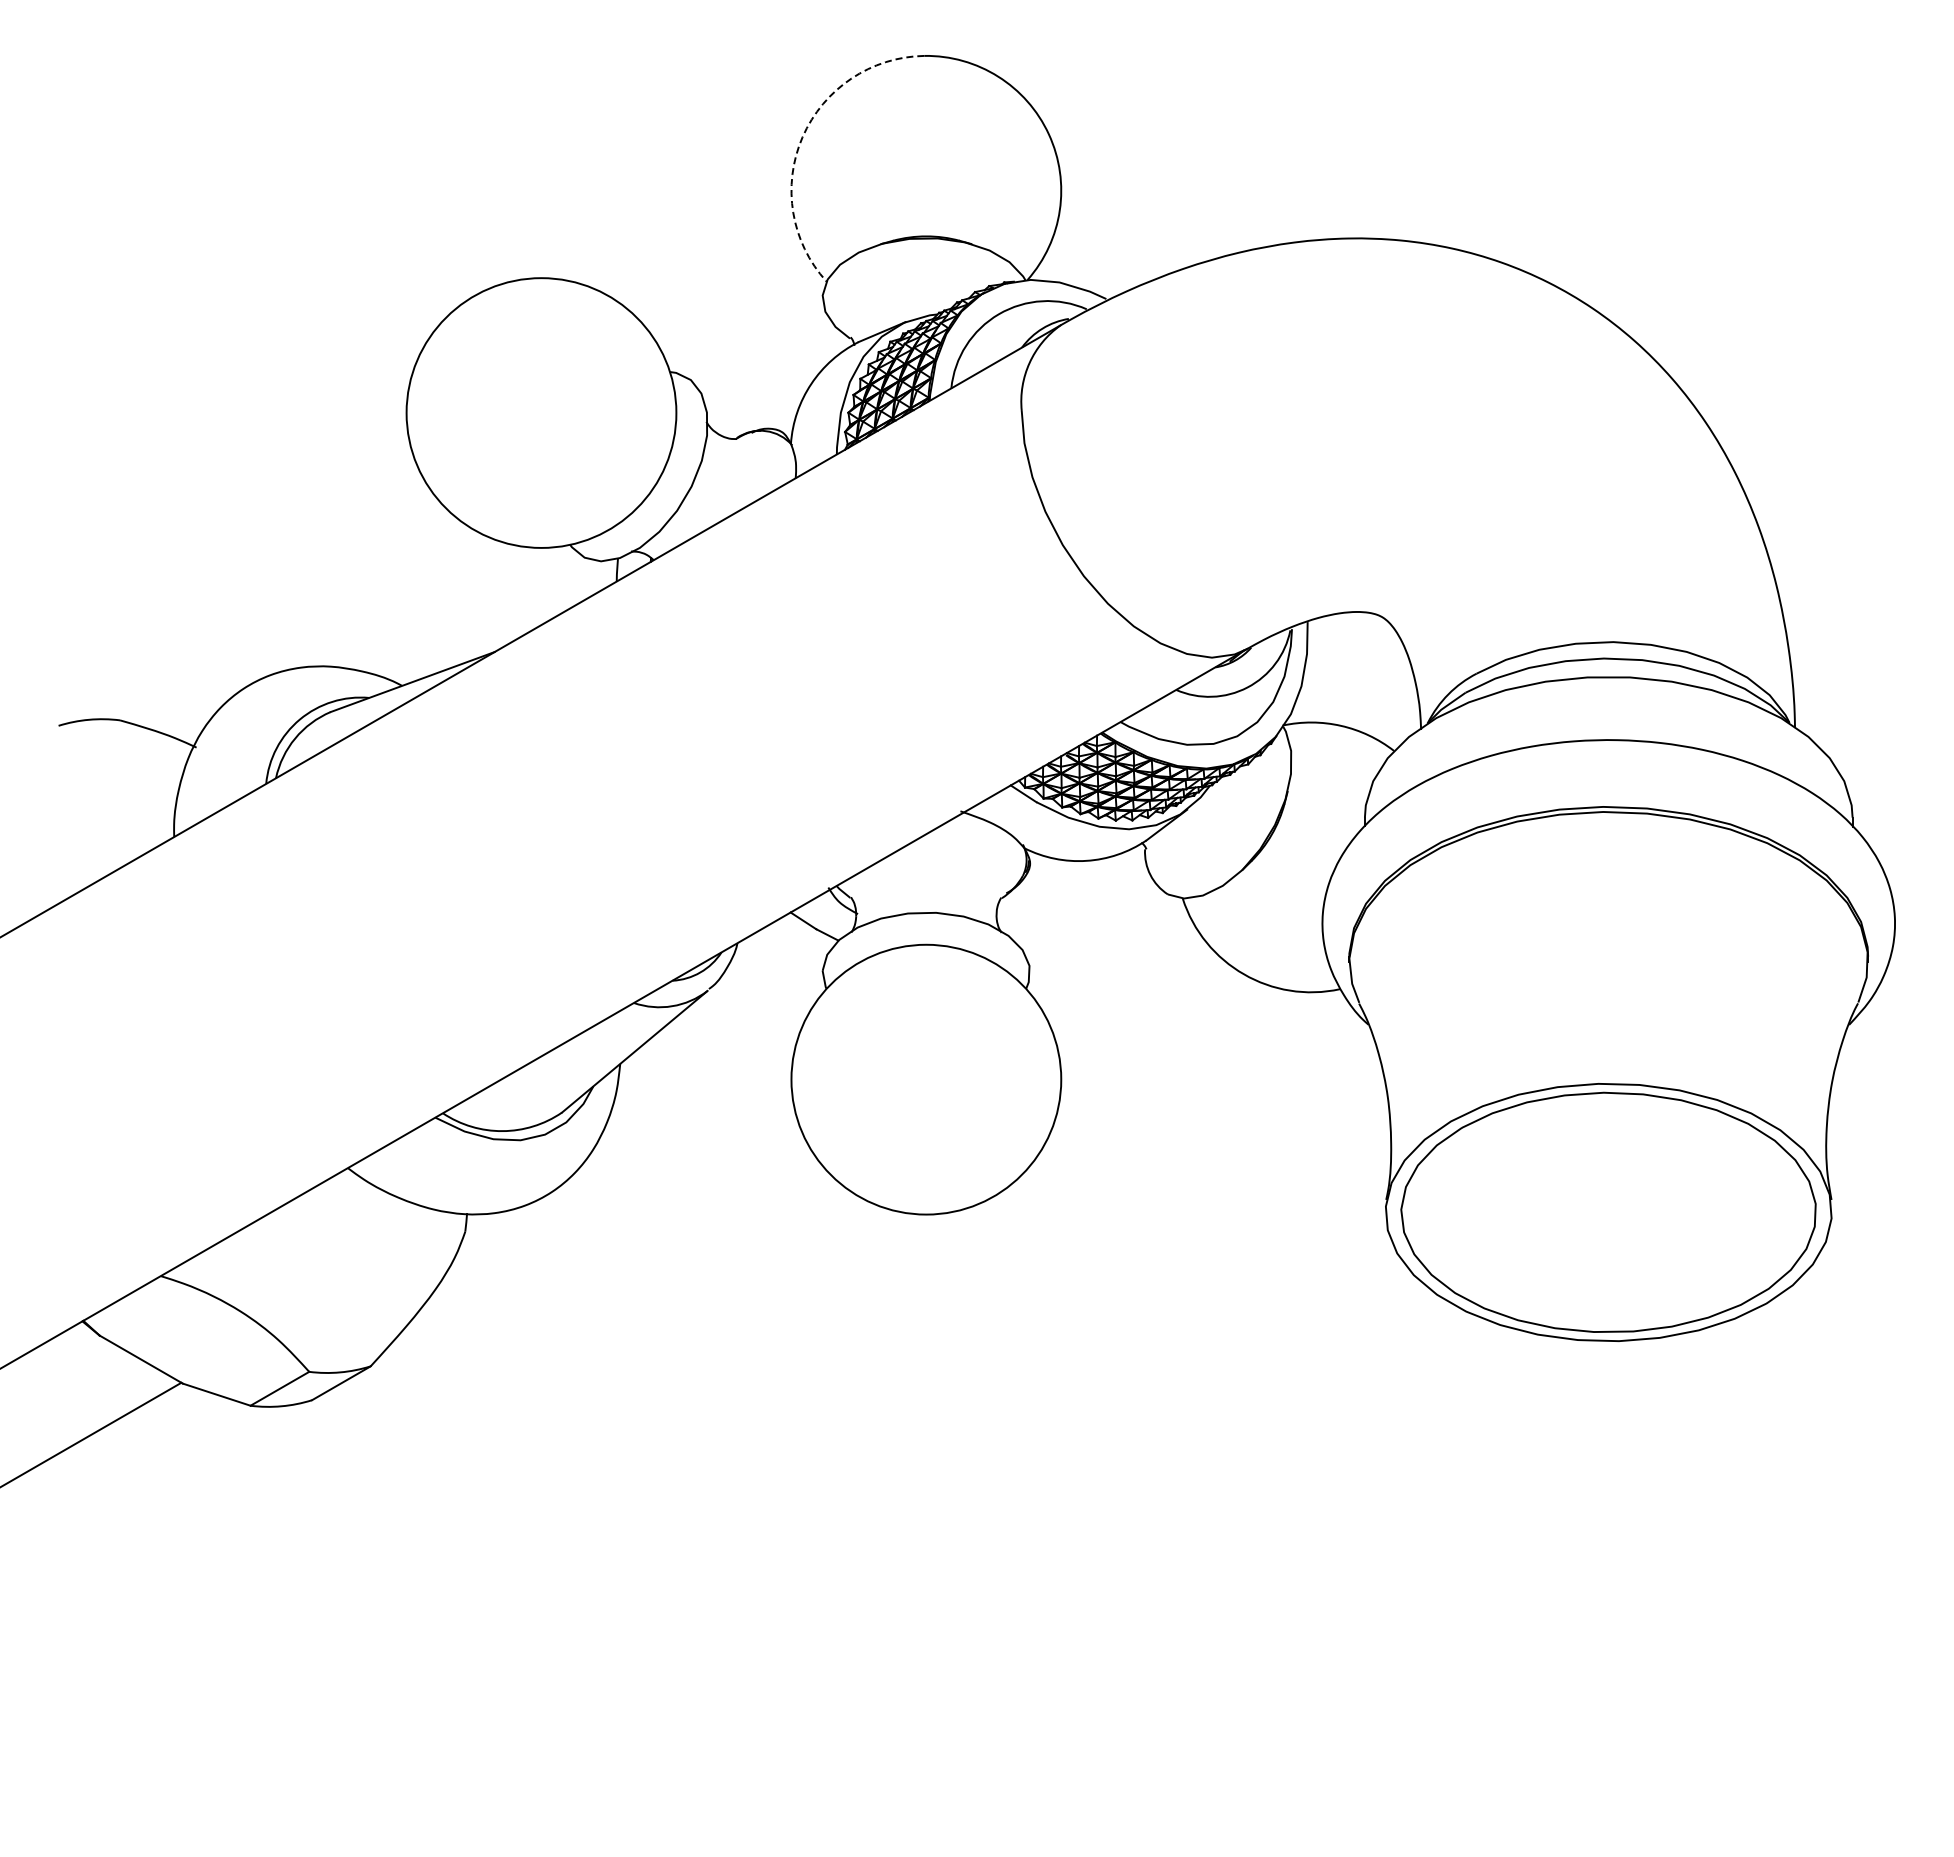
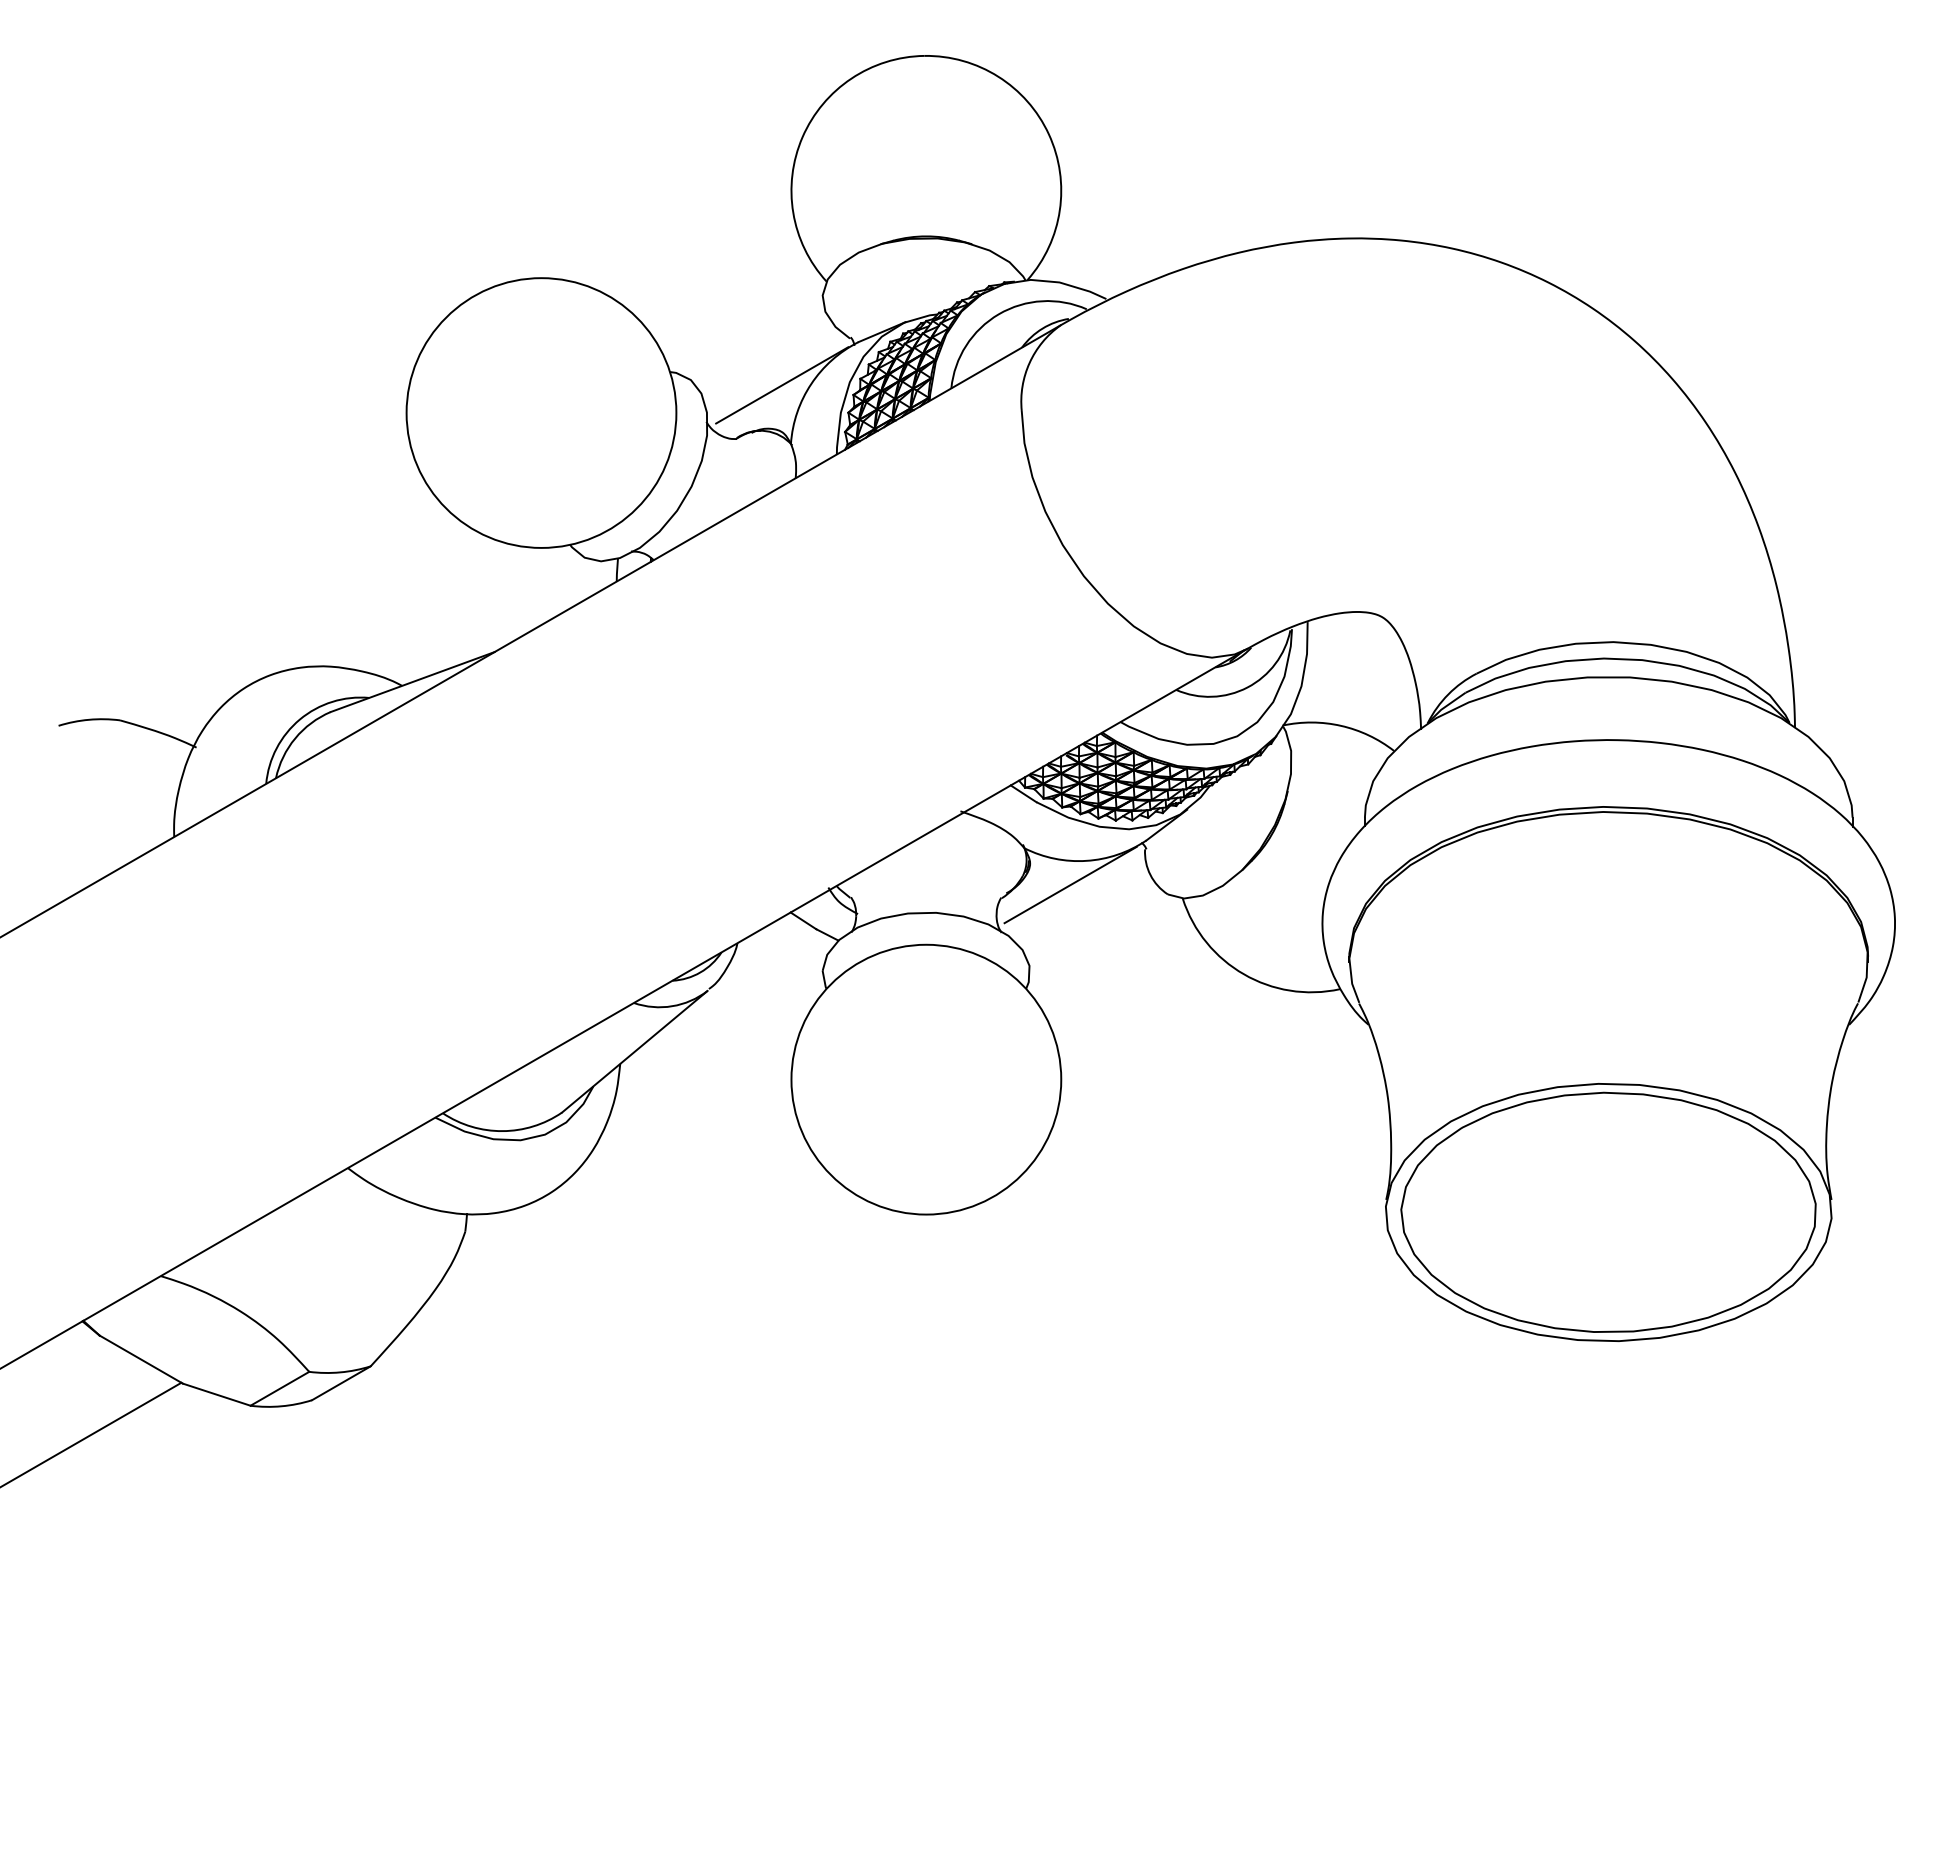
arc at (802, 137): dashed -> solid
line at (782, 385): none -> present
line at (1070, 884): none -> present
